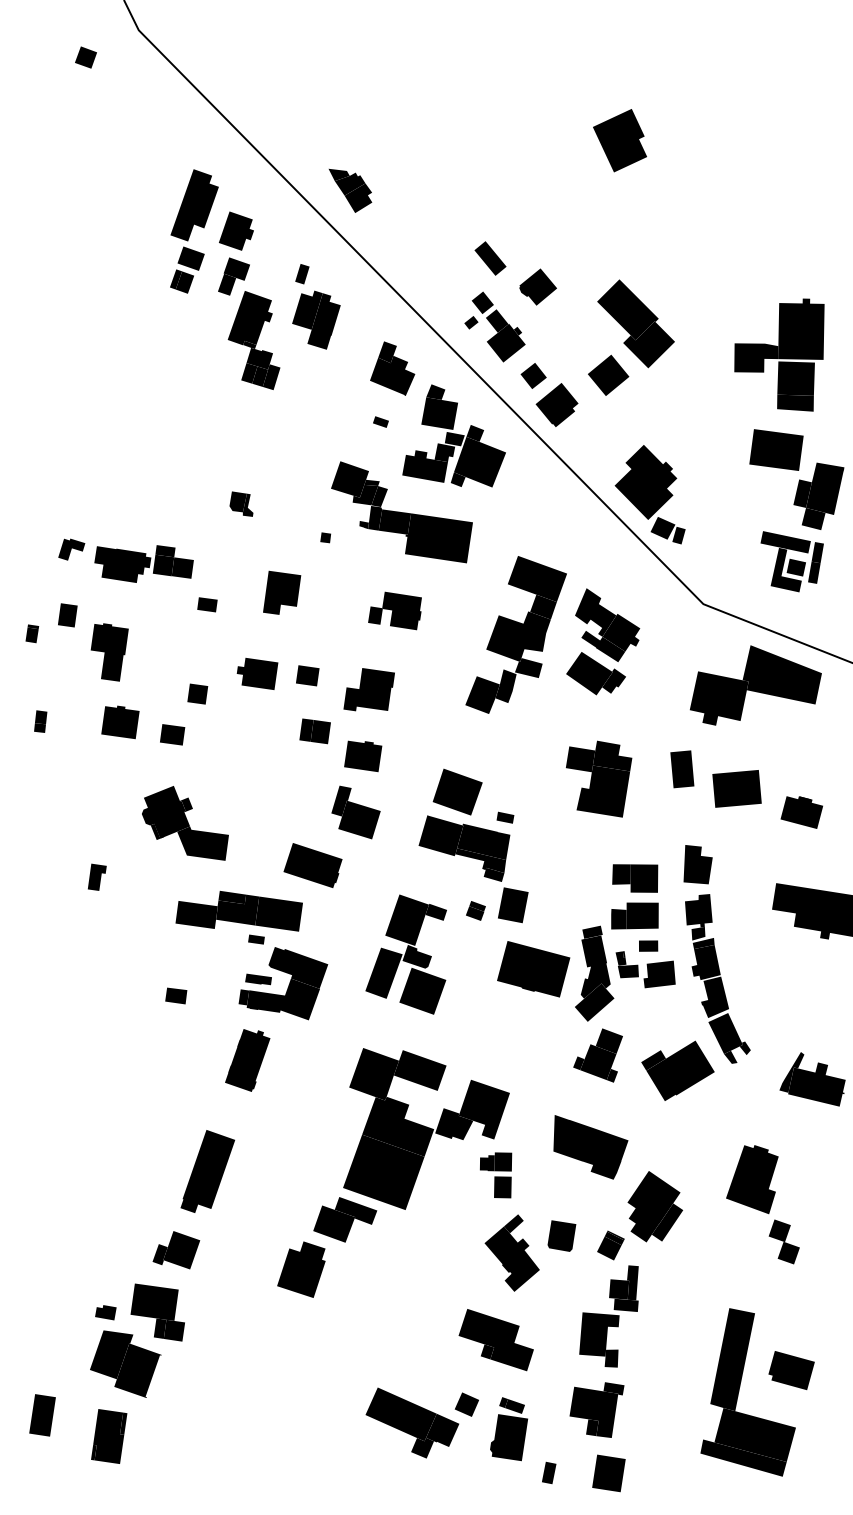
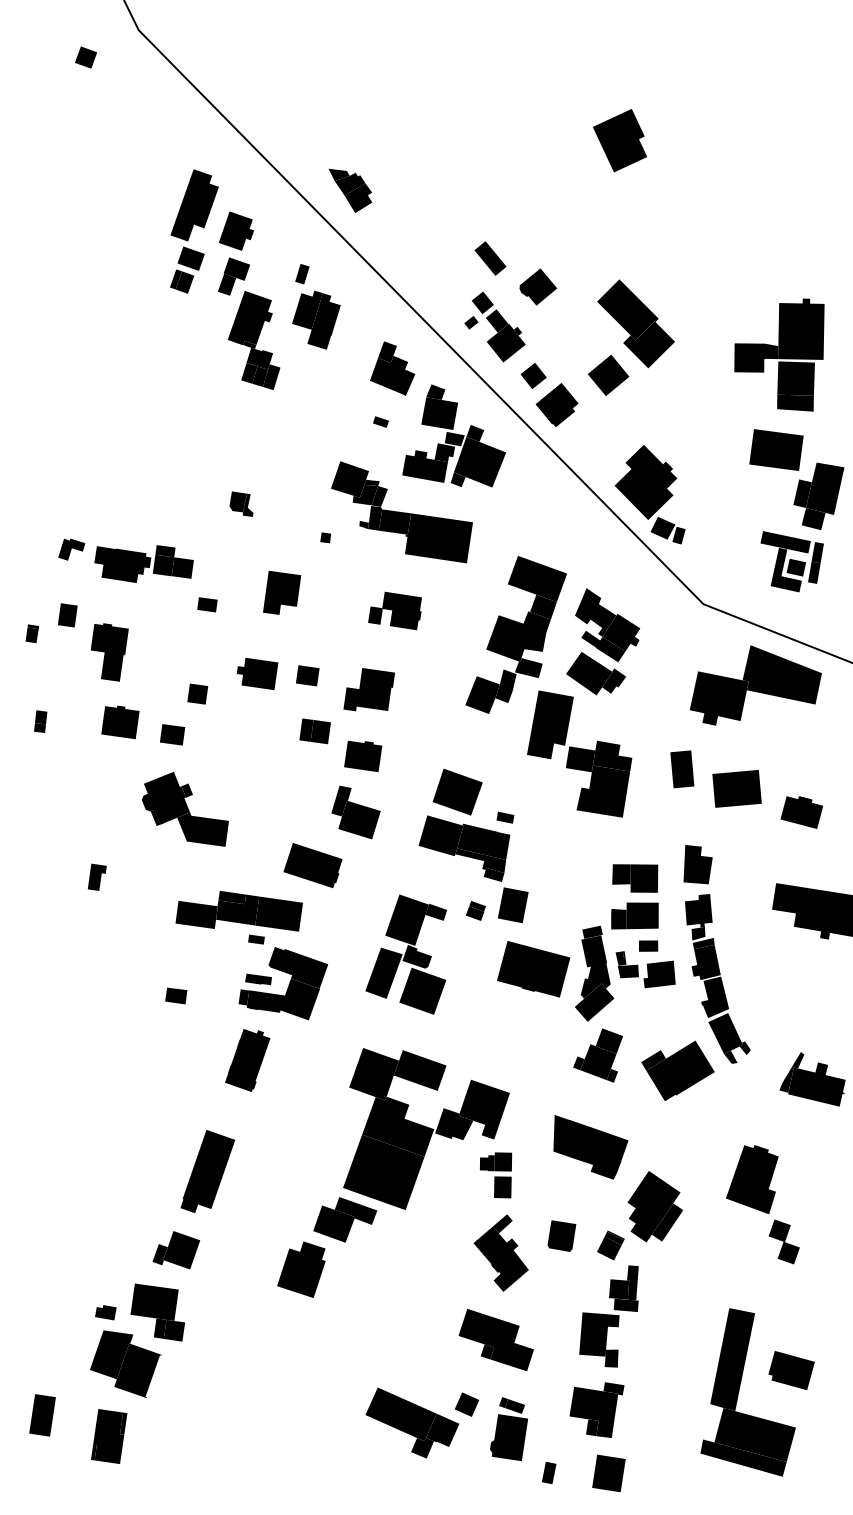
fill at (549, 724): none -> present
part at (185, 823) position: (185, 823) -> (185, 809)
part at (511, 1252) position: (511, 1252) -> (500, 1252)
